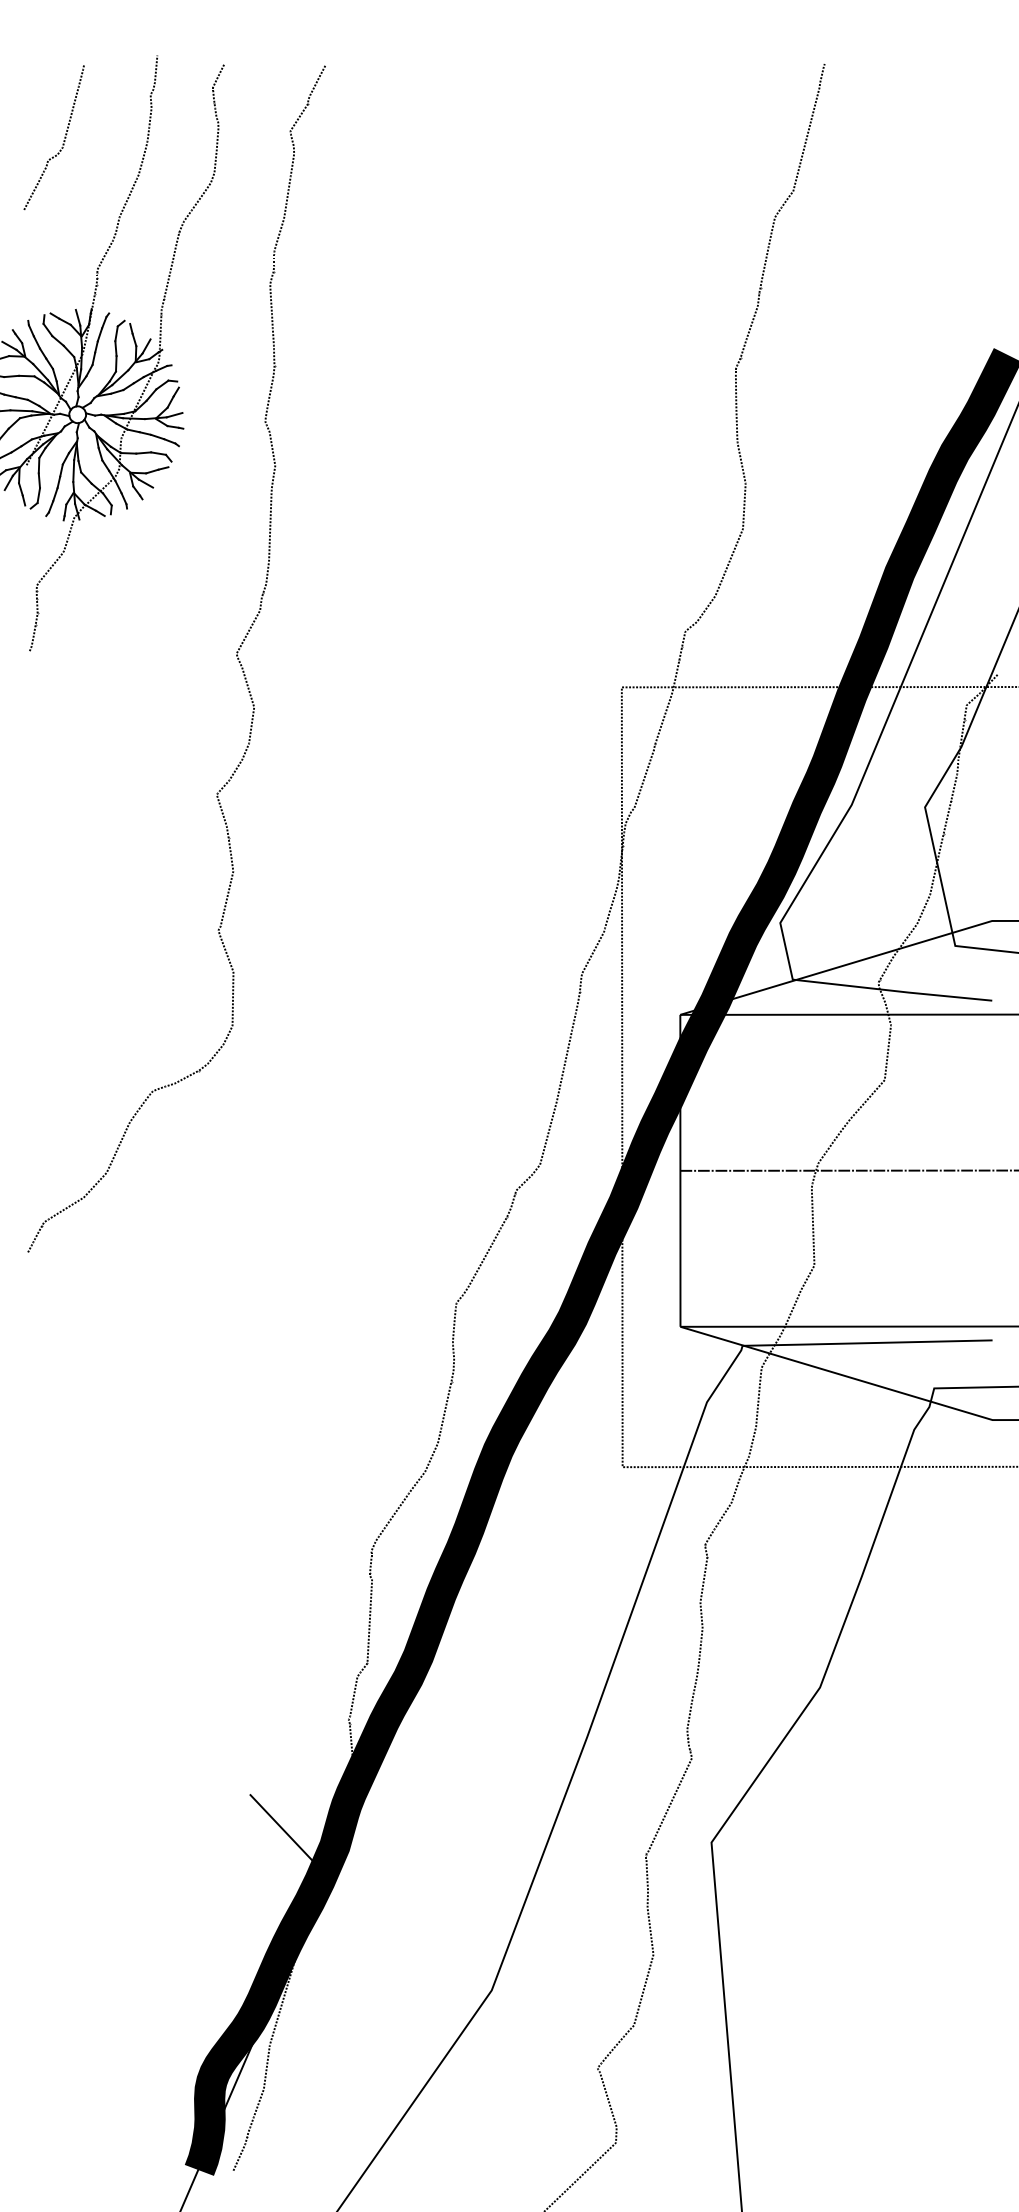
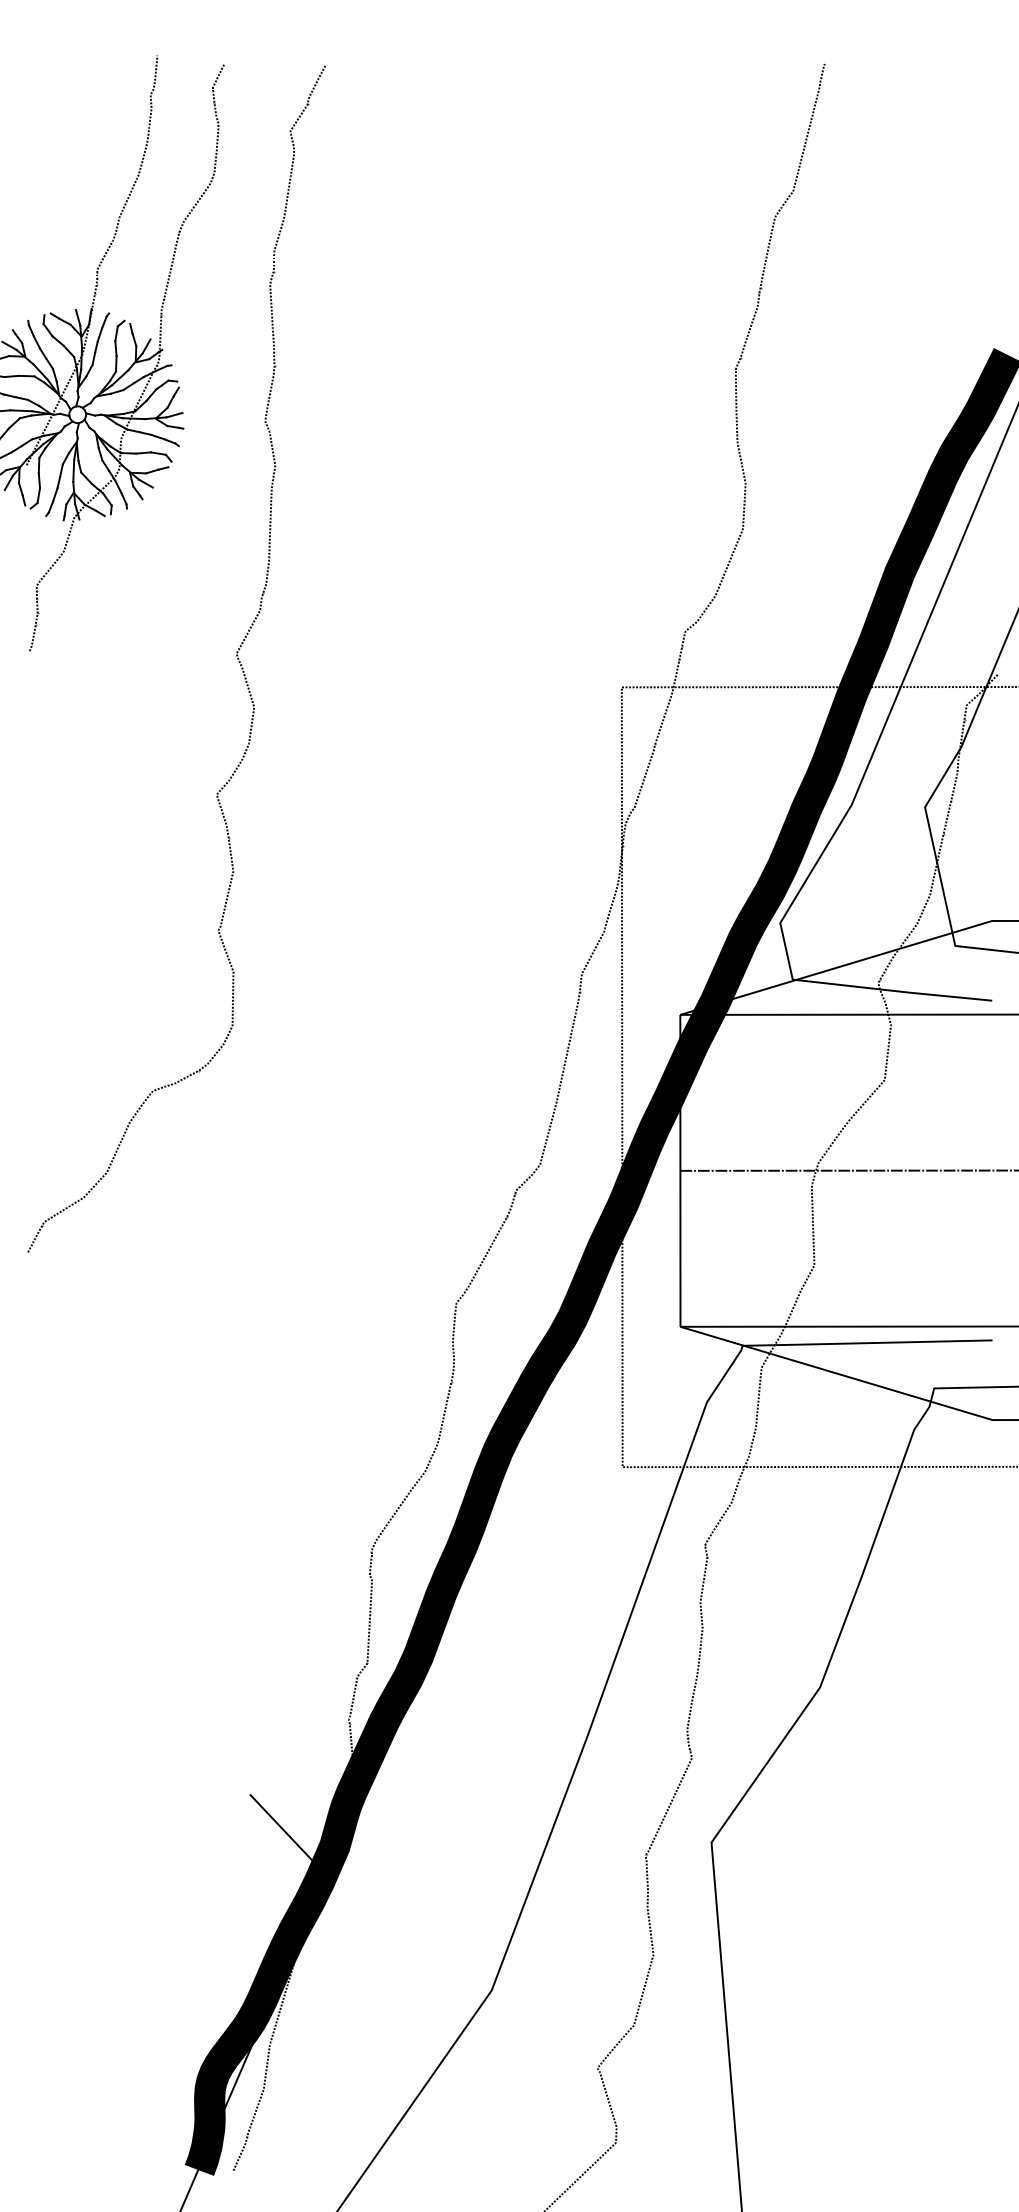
curve at (63, 140): present -> none
